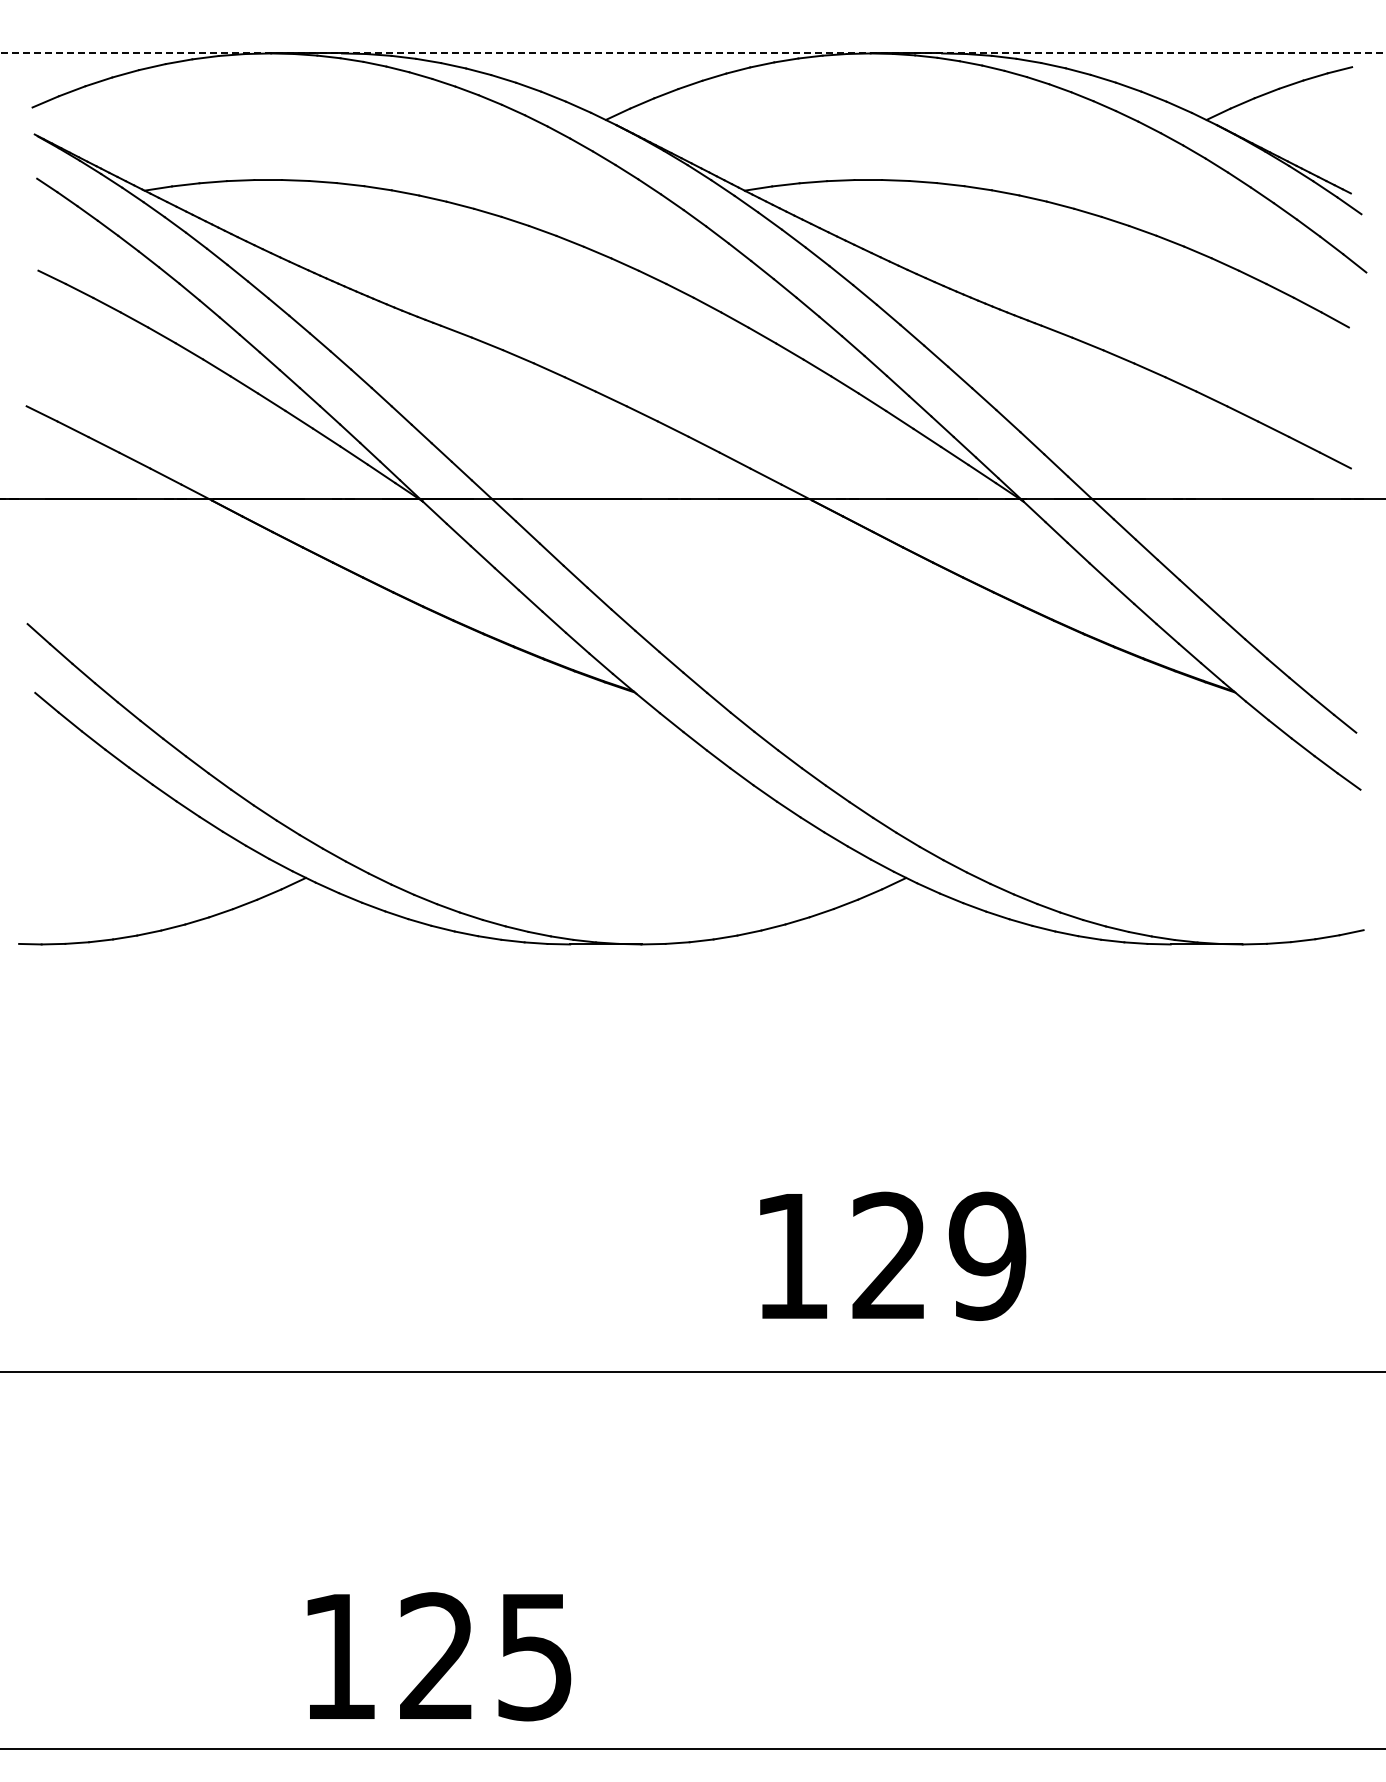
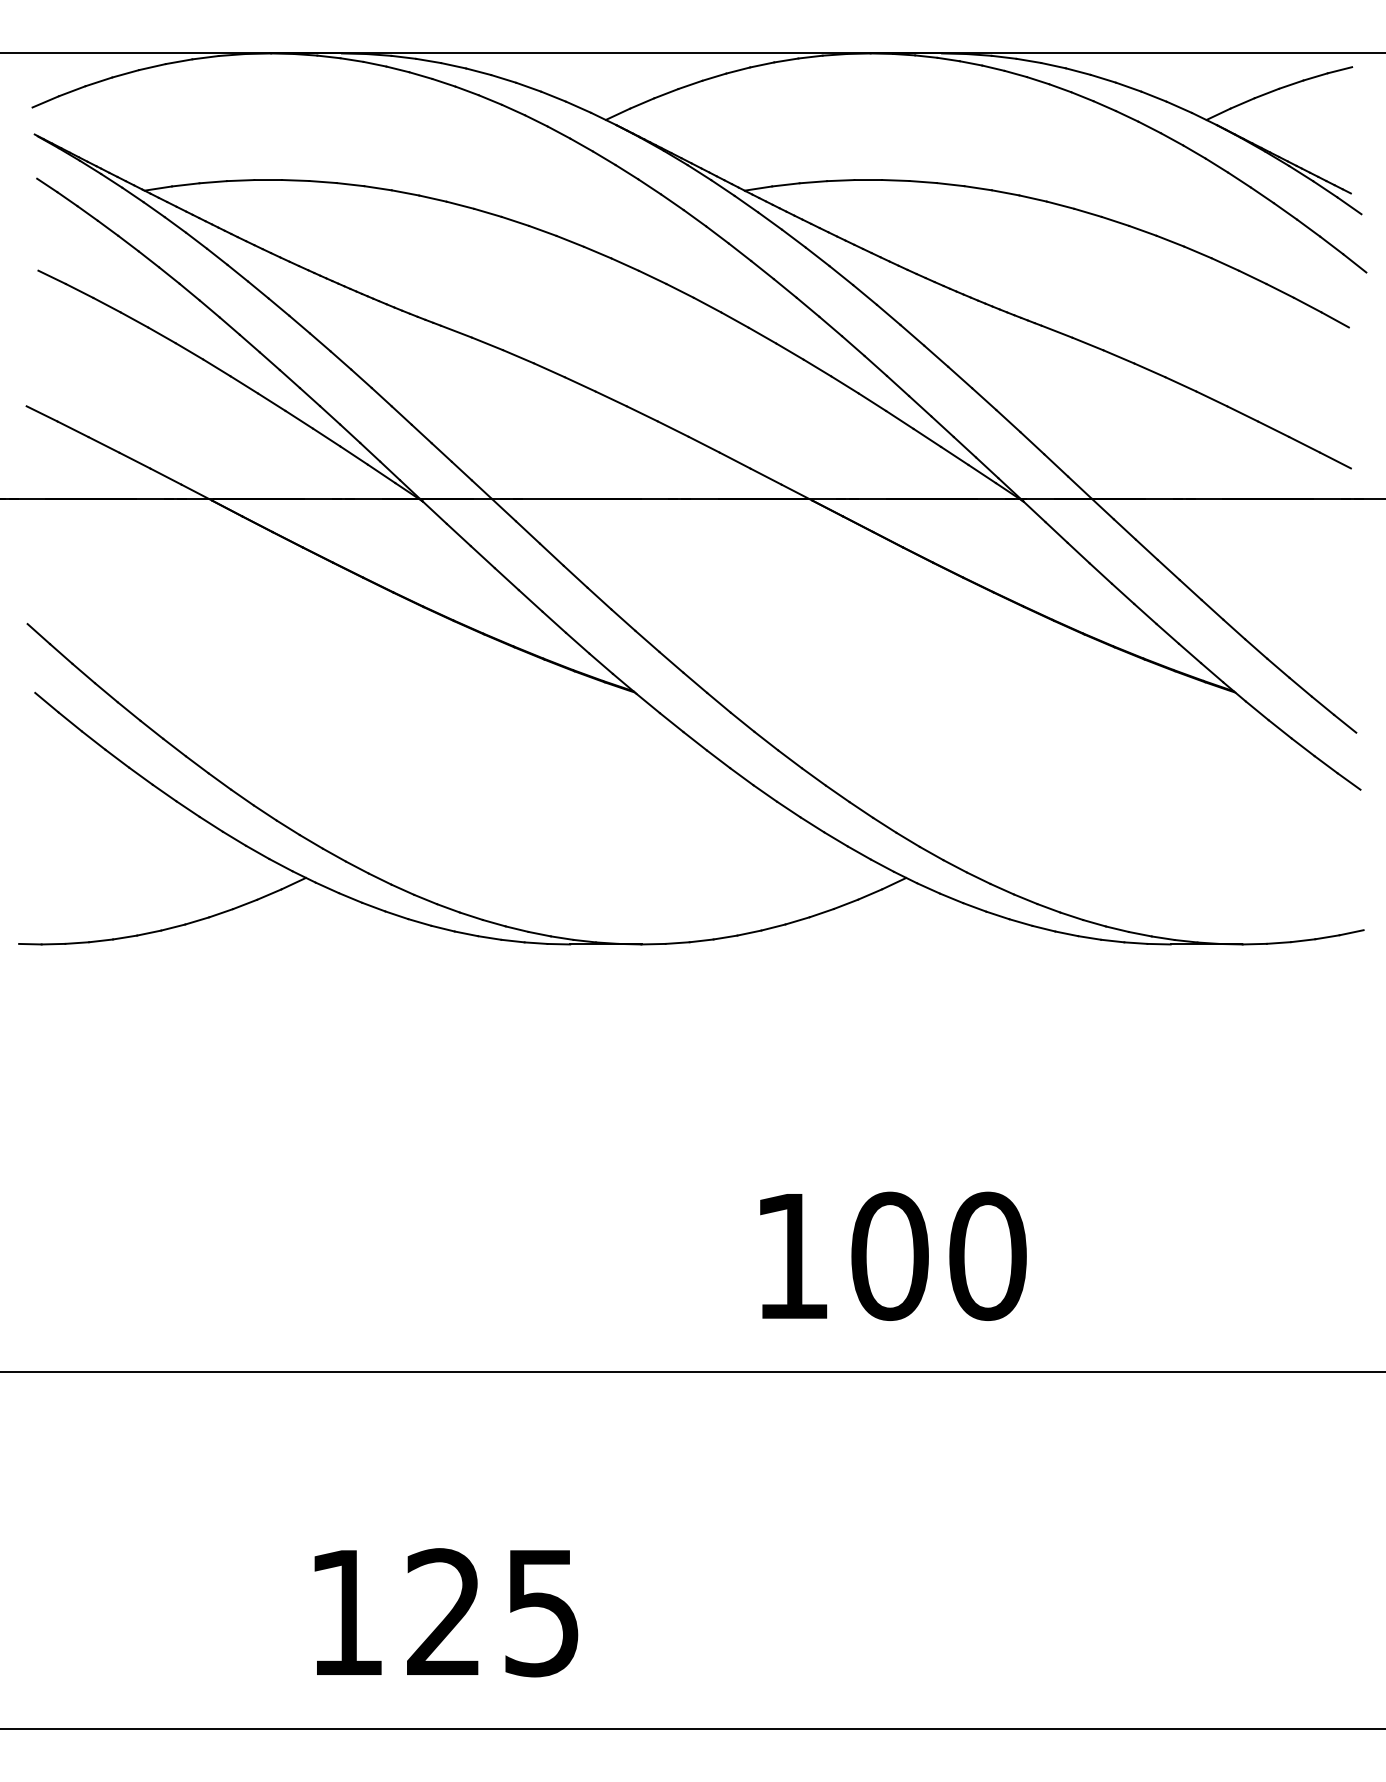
line at (692, 53): dashed -> solid
text at (938, 1255): 129 -> 100
text at (439, 1656) position: (439, 1656) -> (446, 1612)
line at (692, 1748) position: (692, 1748) -> (692, 1728)
